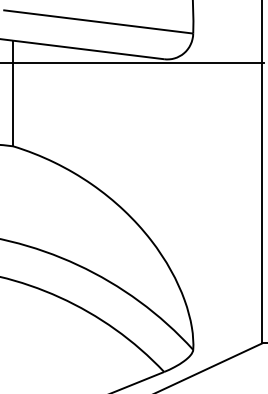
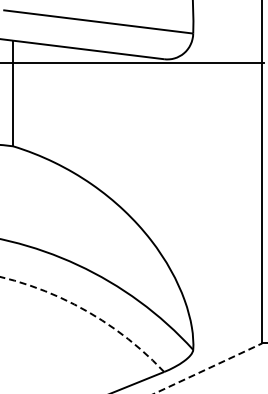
arc at (88, 312): solid -> dashed
line at (208, 368): solid -> dashed
